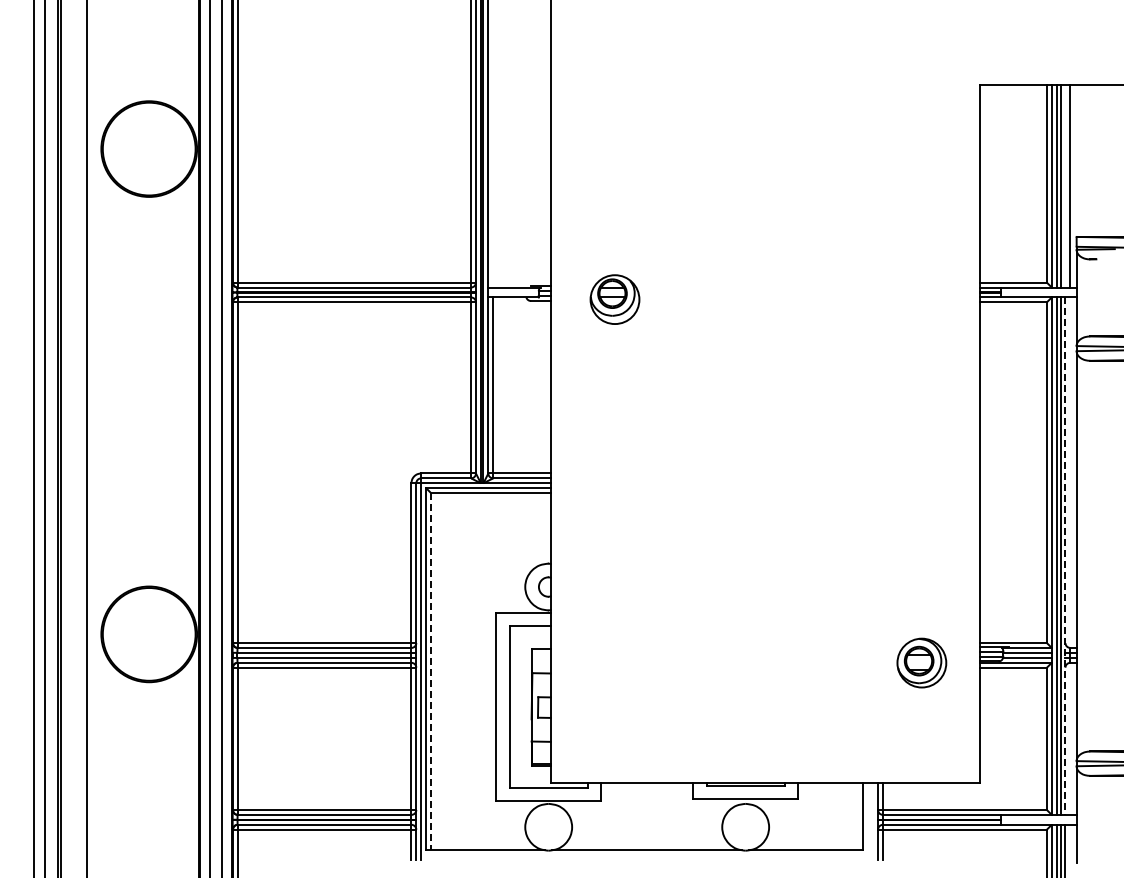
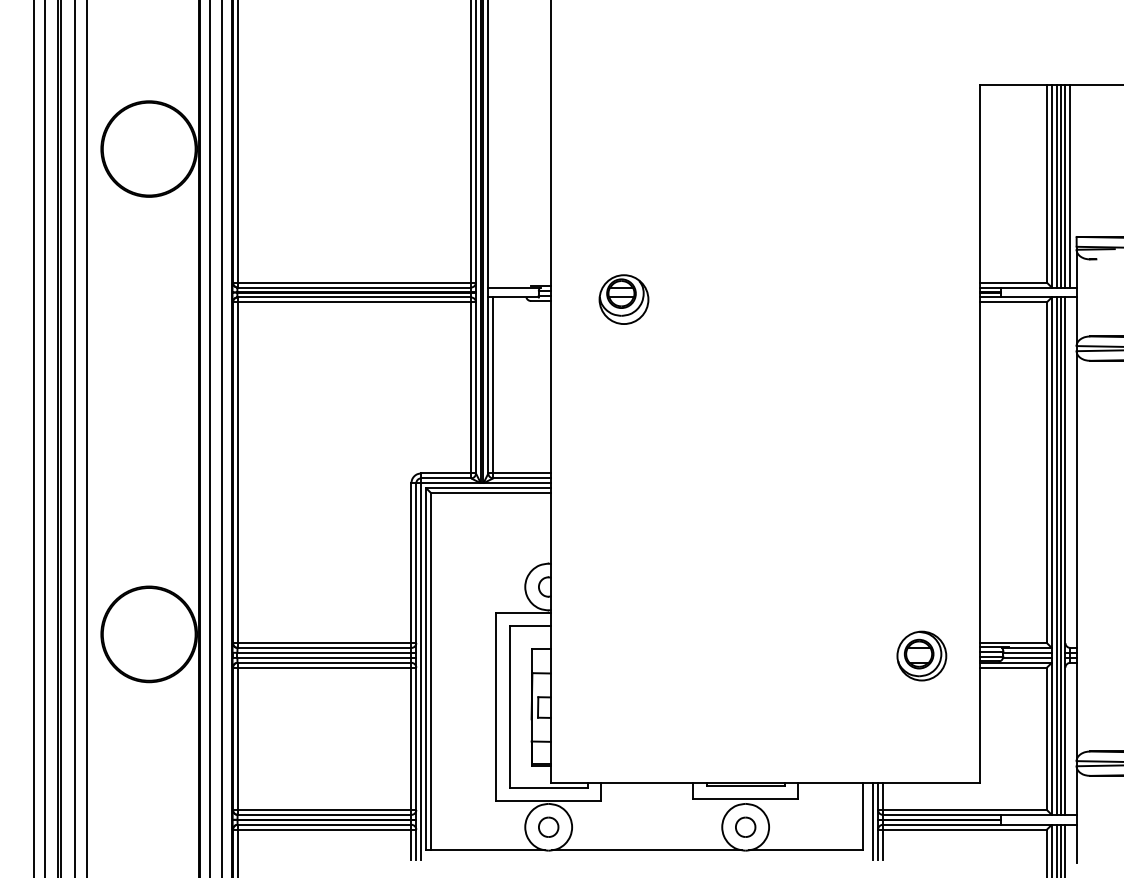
line at (1065, 185): none -> present
part at (614, 299) position: (614, 299) -> (623, 299)
line at (74, 438): none -> present
line at (1065, 556): dashed -> solid
part at (921, 662) position: (921, 662) -> (921, 655)
line at (430, 671): dashed -> solid
line at (873, 821): none -> present
part at (548, 826): none -> present
part at (745, 826): none -> present
